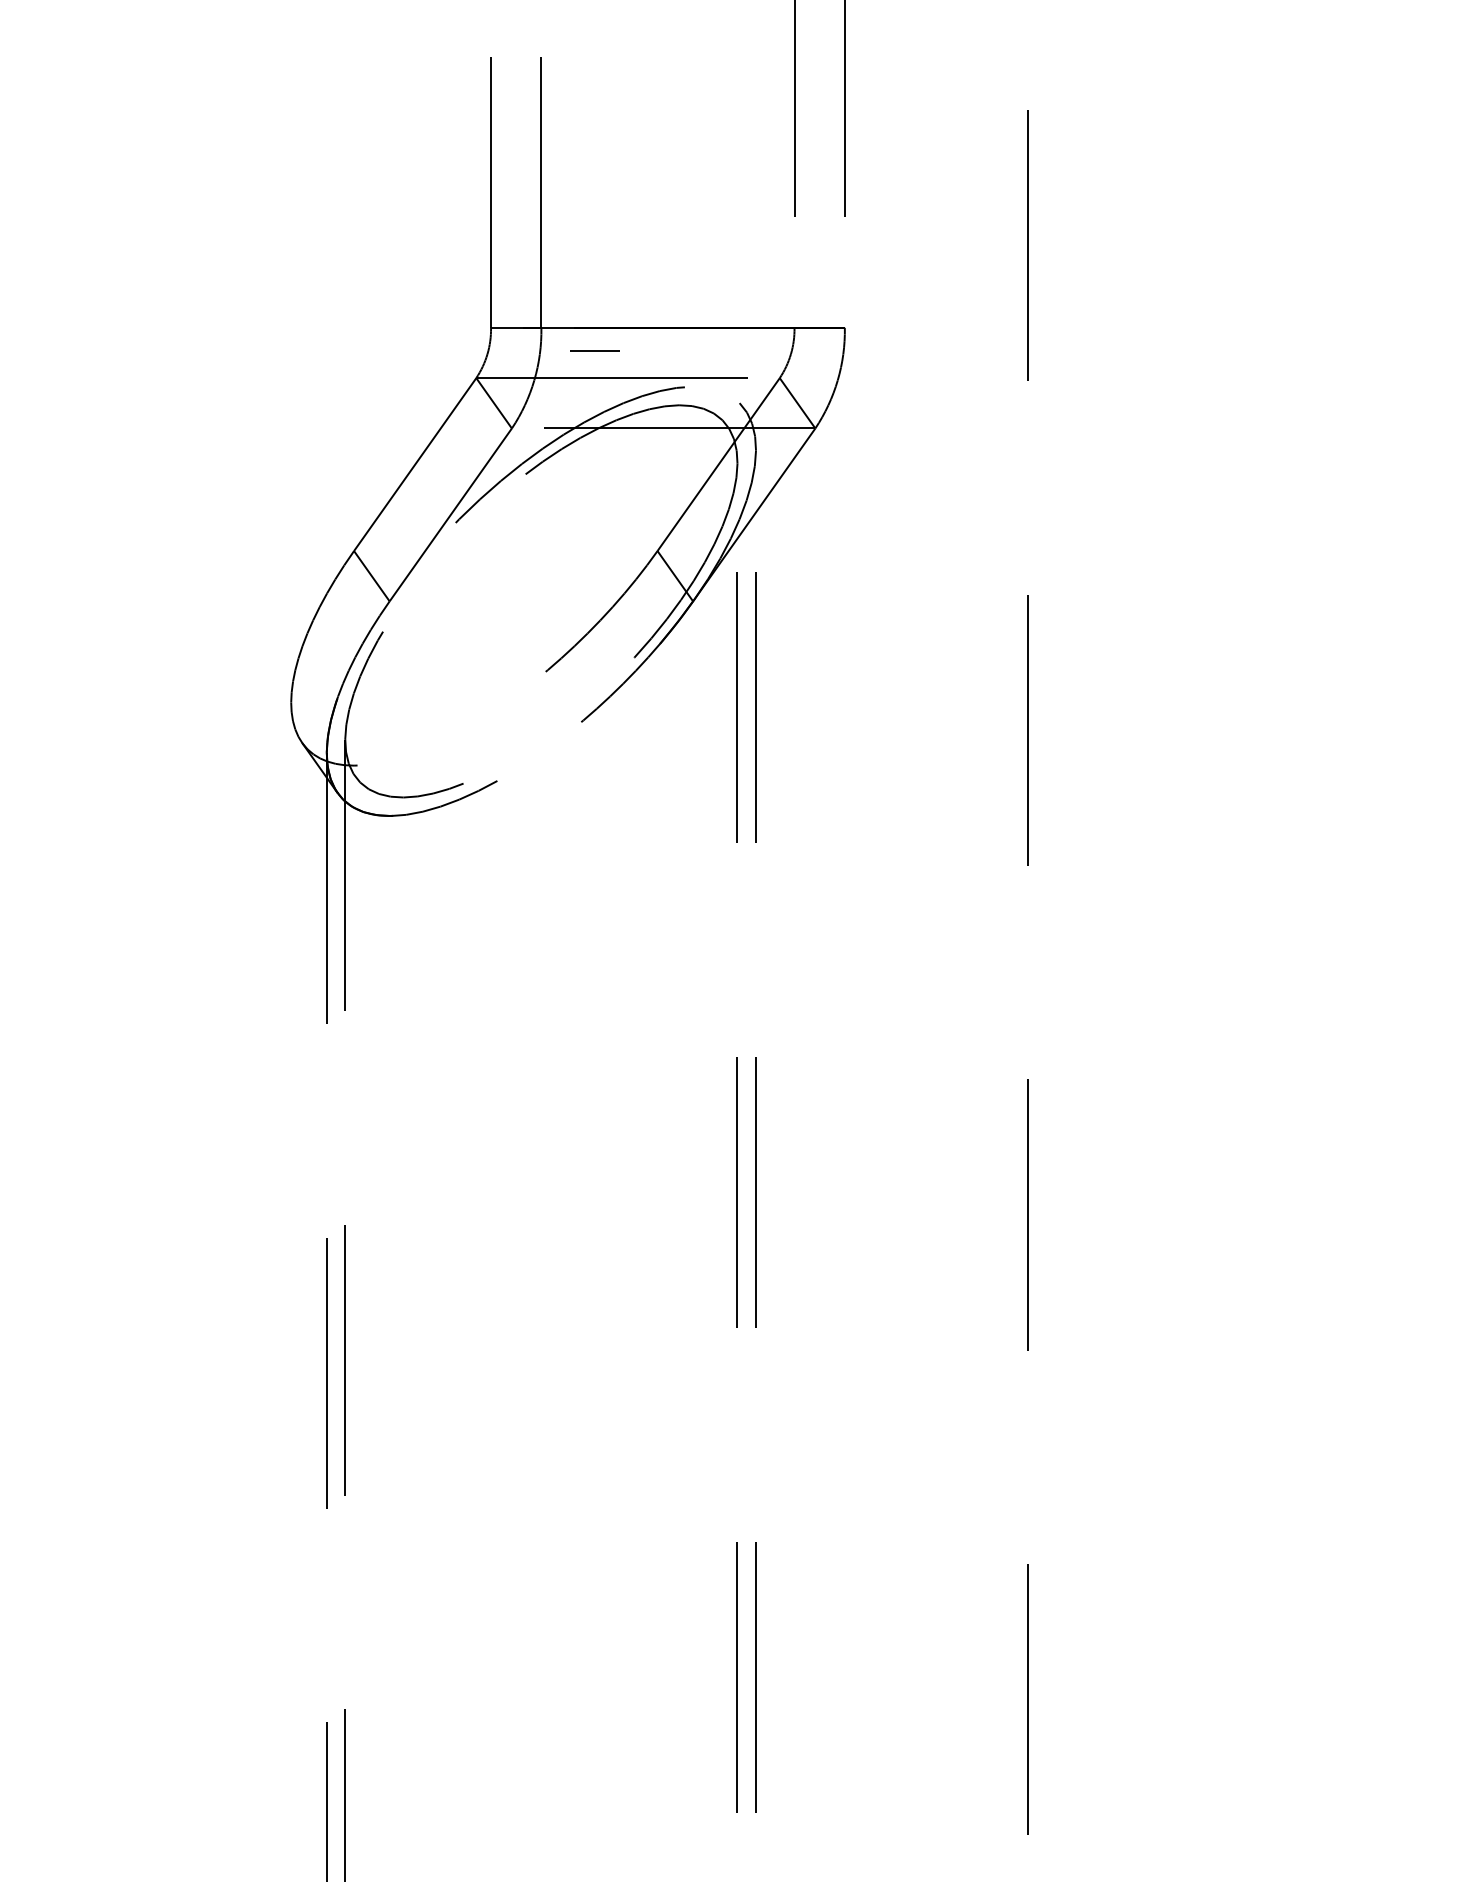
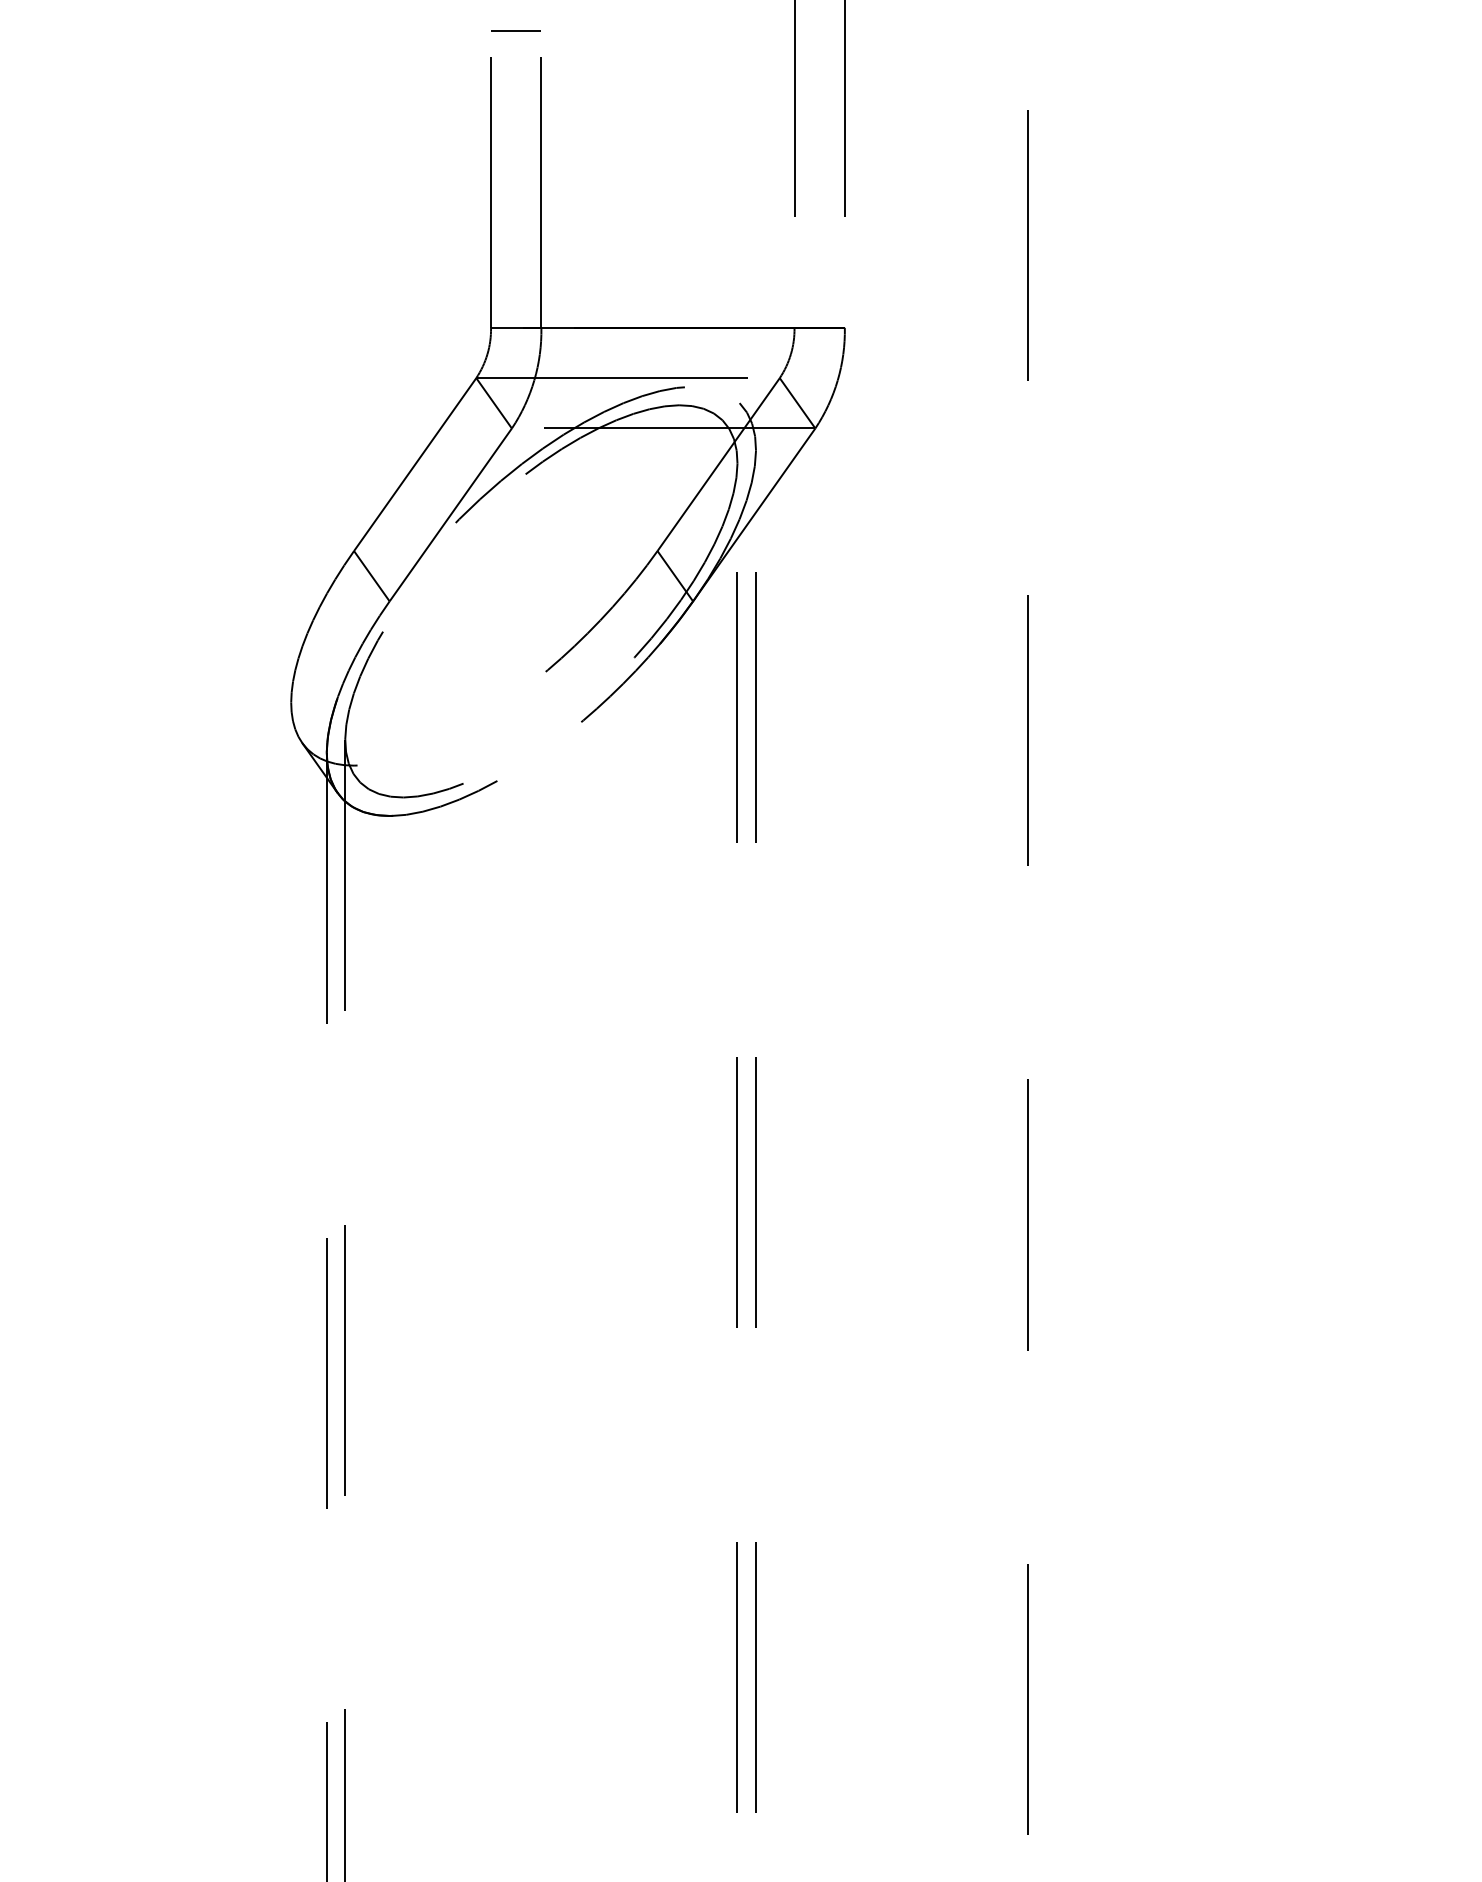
line at (594, 350) position: (594, 350) -> (515, 30)
